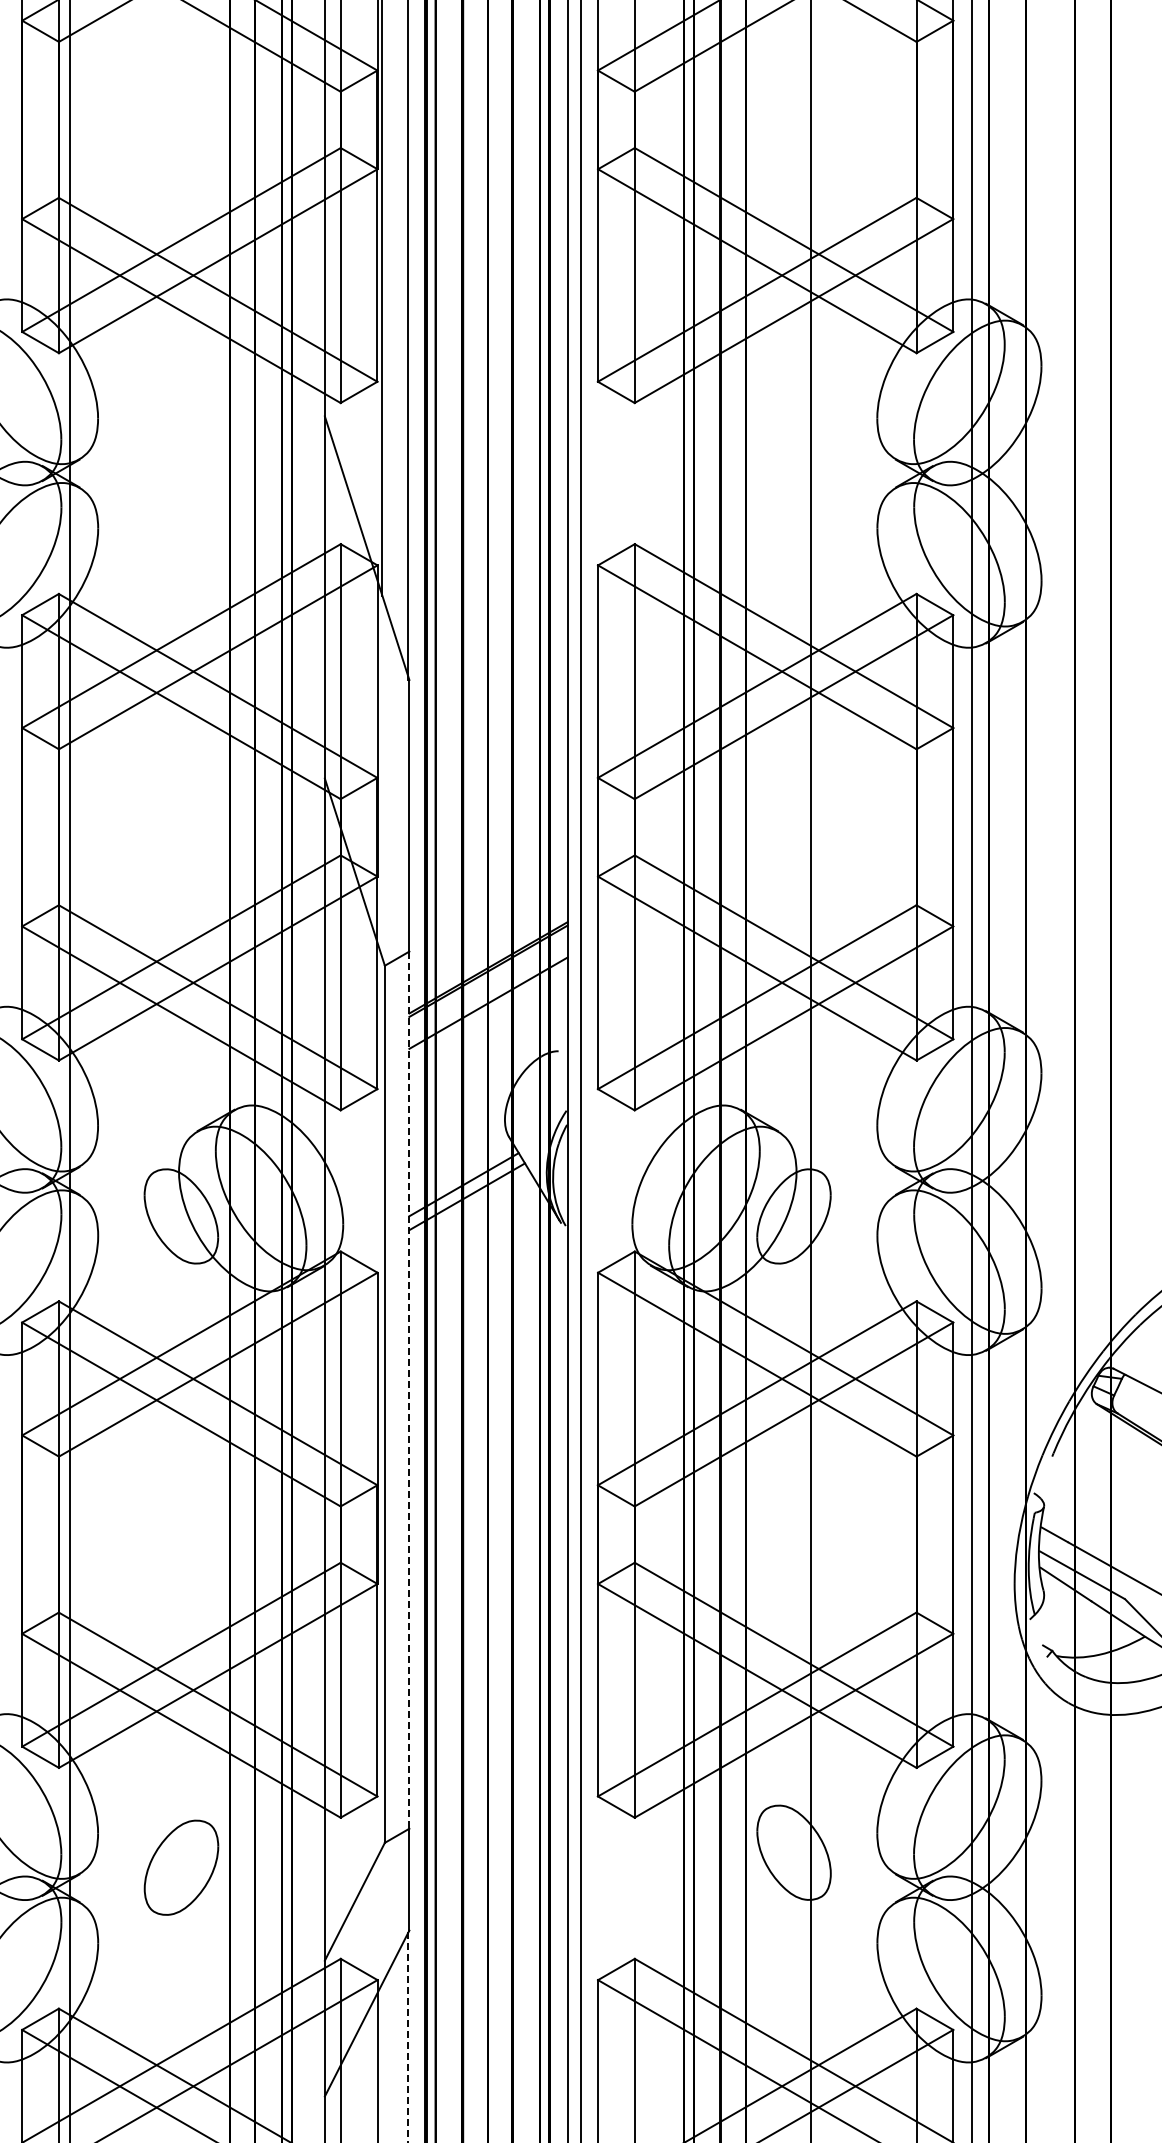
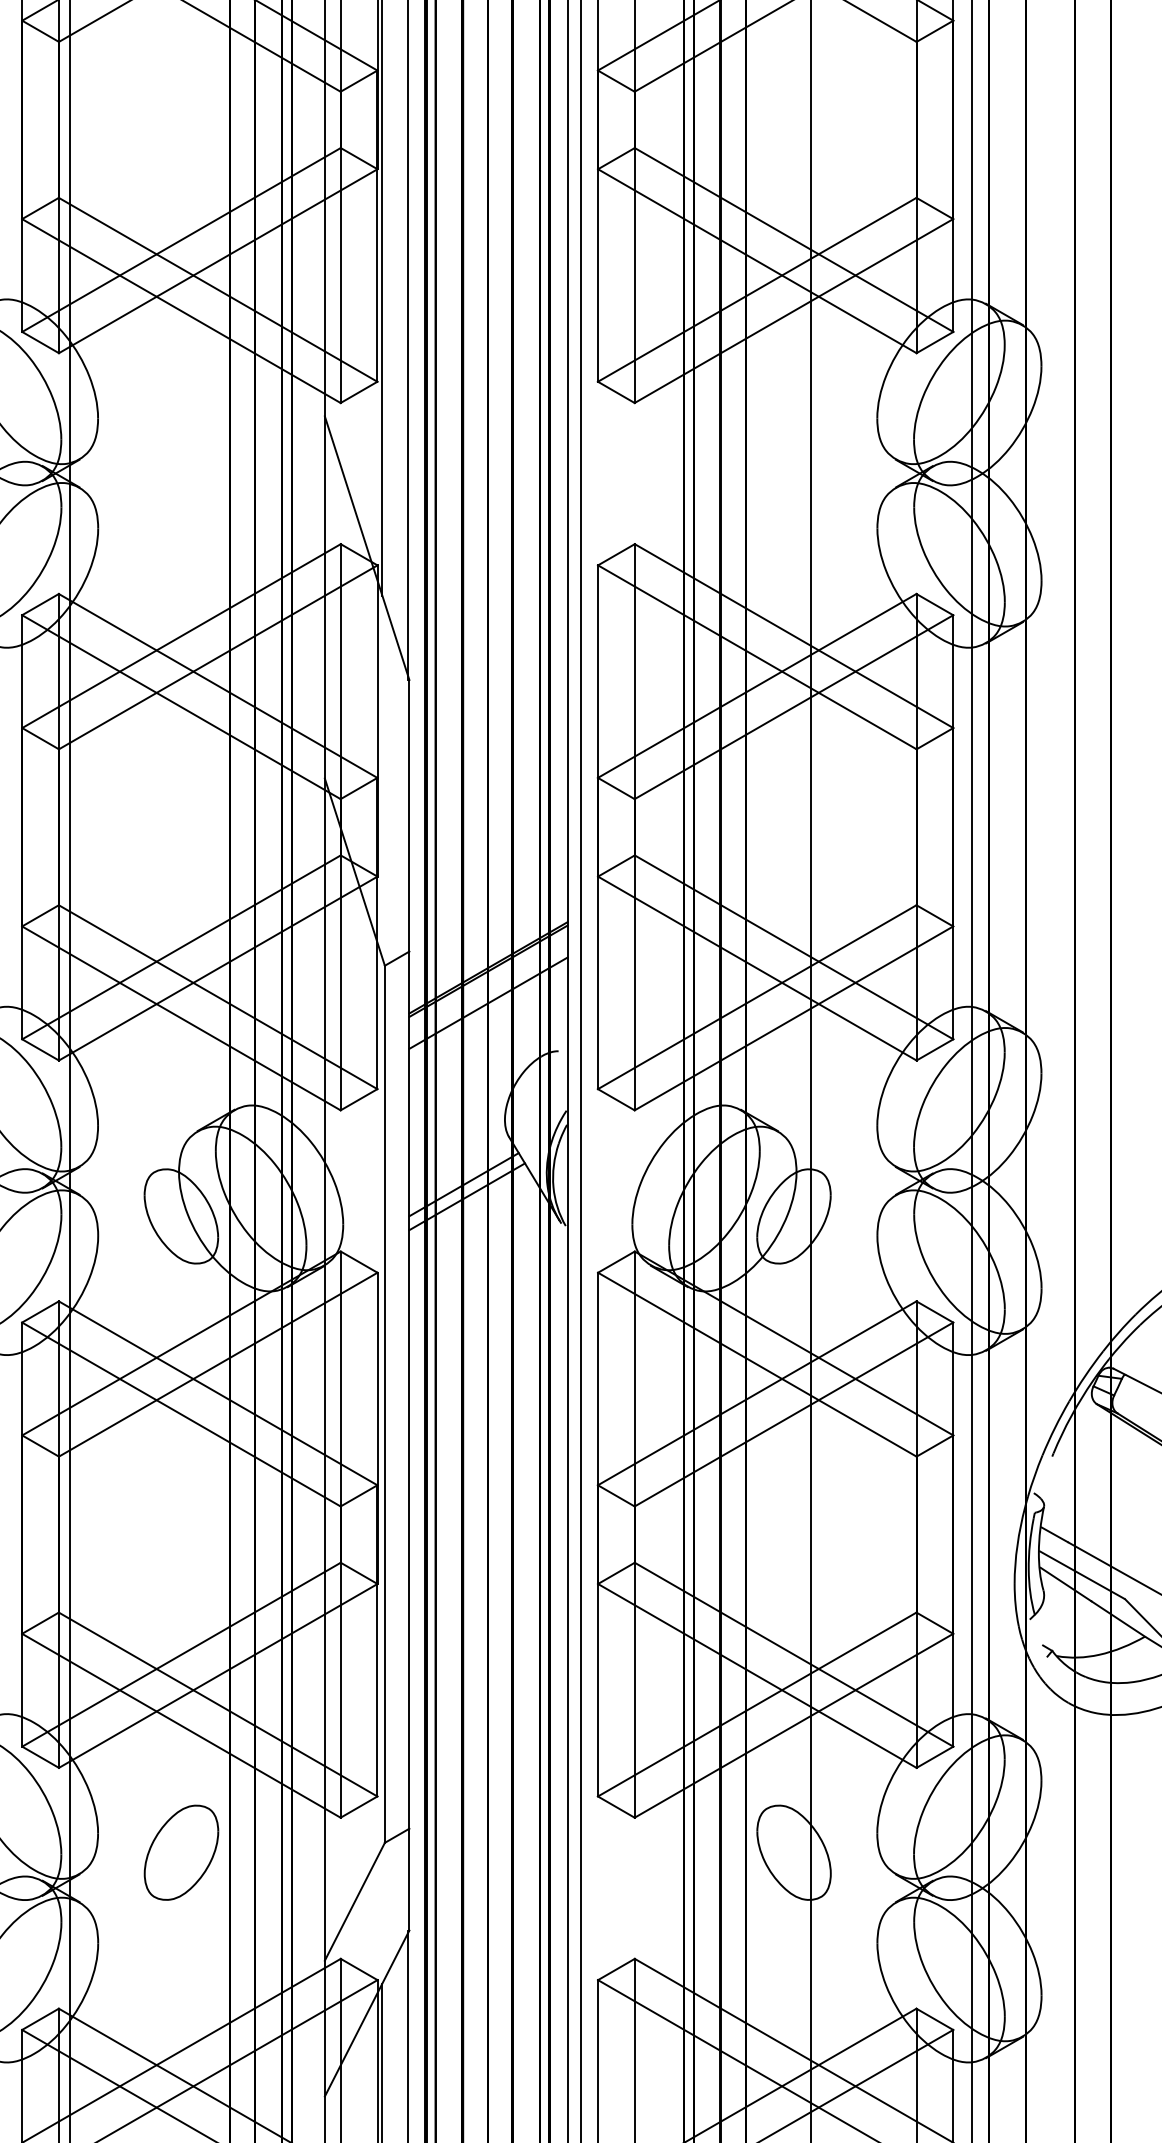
line at (409, 1390): dashed -> solid
part at (181, 1867) position: (181, 1867) -> (181, 1852)
line at (407, 2036): dashed -> solid
line at (382, 2061): none -> present
